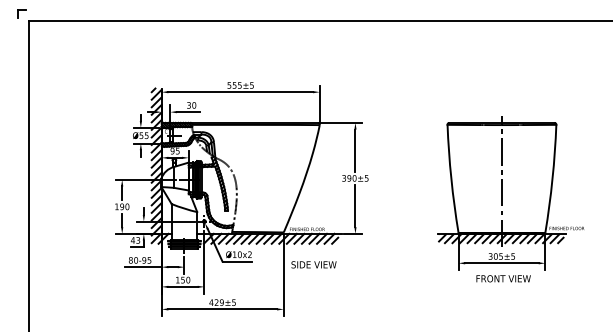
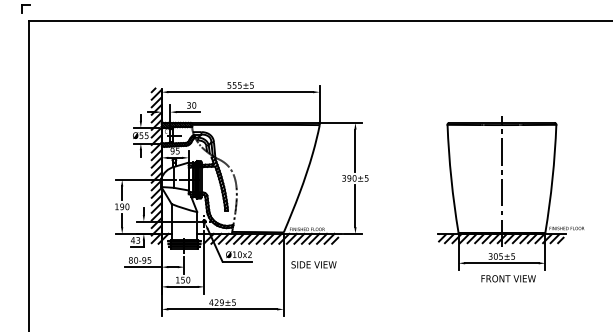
part at (21, 13) position: (21, 13) -> (25, 8)
text at (503, 278) position: (503, 278) -> (508, 278)
